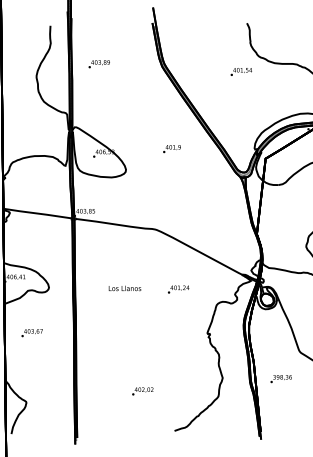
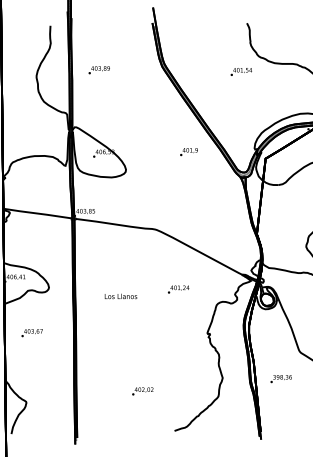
text at (98, 64) position: (98, 64) -> (98, 70)
text at (171, 149) position: (171, 149) -> (188, 152)
text at (124, 288) position: (124, 288) -> (120, 296)
